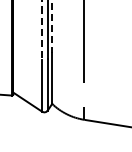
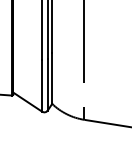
line at (52, 27): dashed -> solid
line at (42, 30): dashed -> solid
